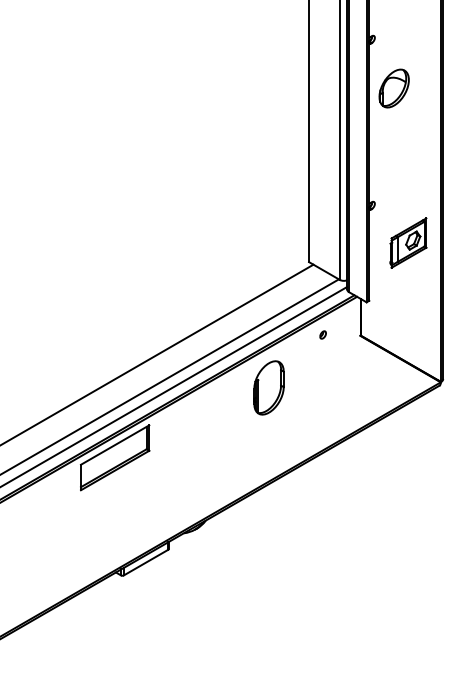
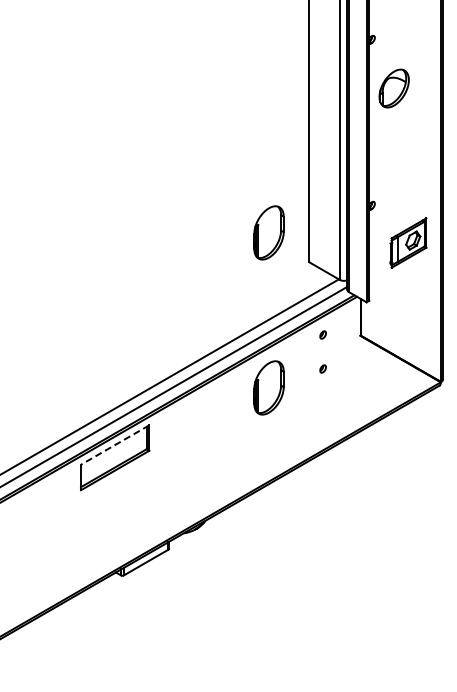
part at (268, 232): none -> present
line at (157, 354): present -> none
part at (322, 368): none -> present
line at (114, 445): solid -> dashed
